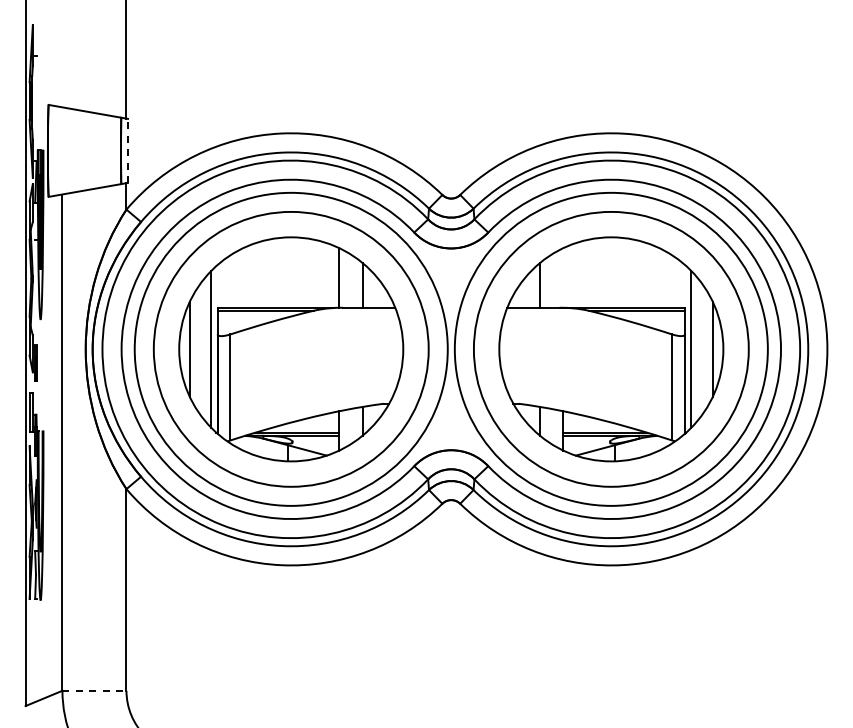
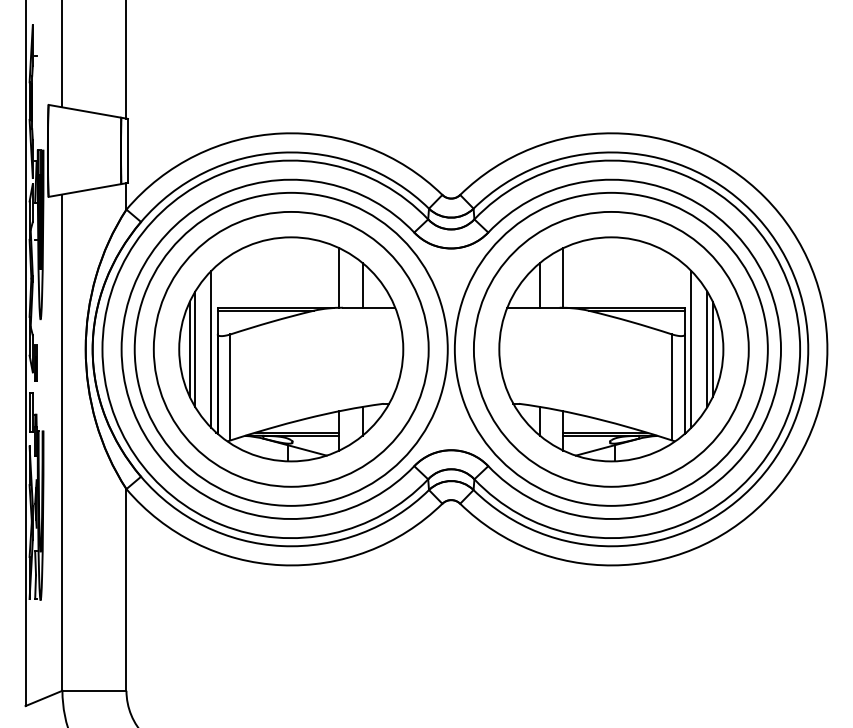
line at (62, 54): none -> present
line at (128, 150): dashed -> solid
line at (563, 277): none -> present
line at (195, 349): none -> present
line at (707, 349): none -> present
line at (94, 690): dashed -> solid
